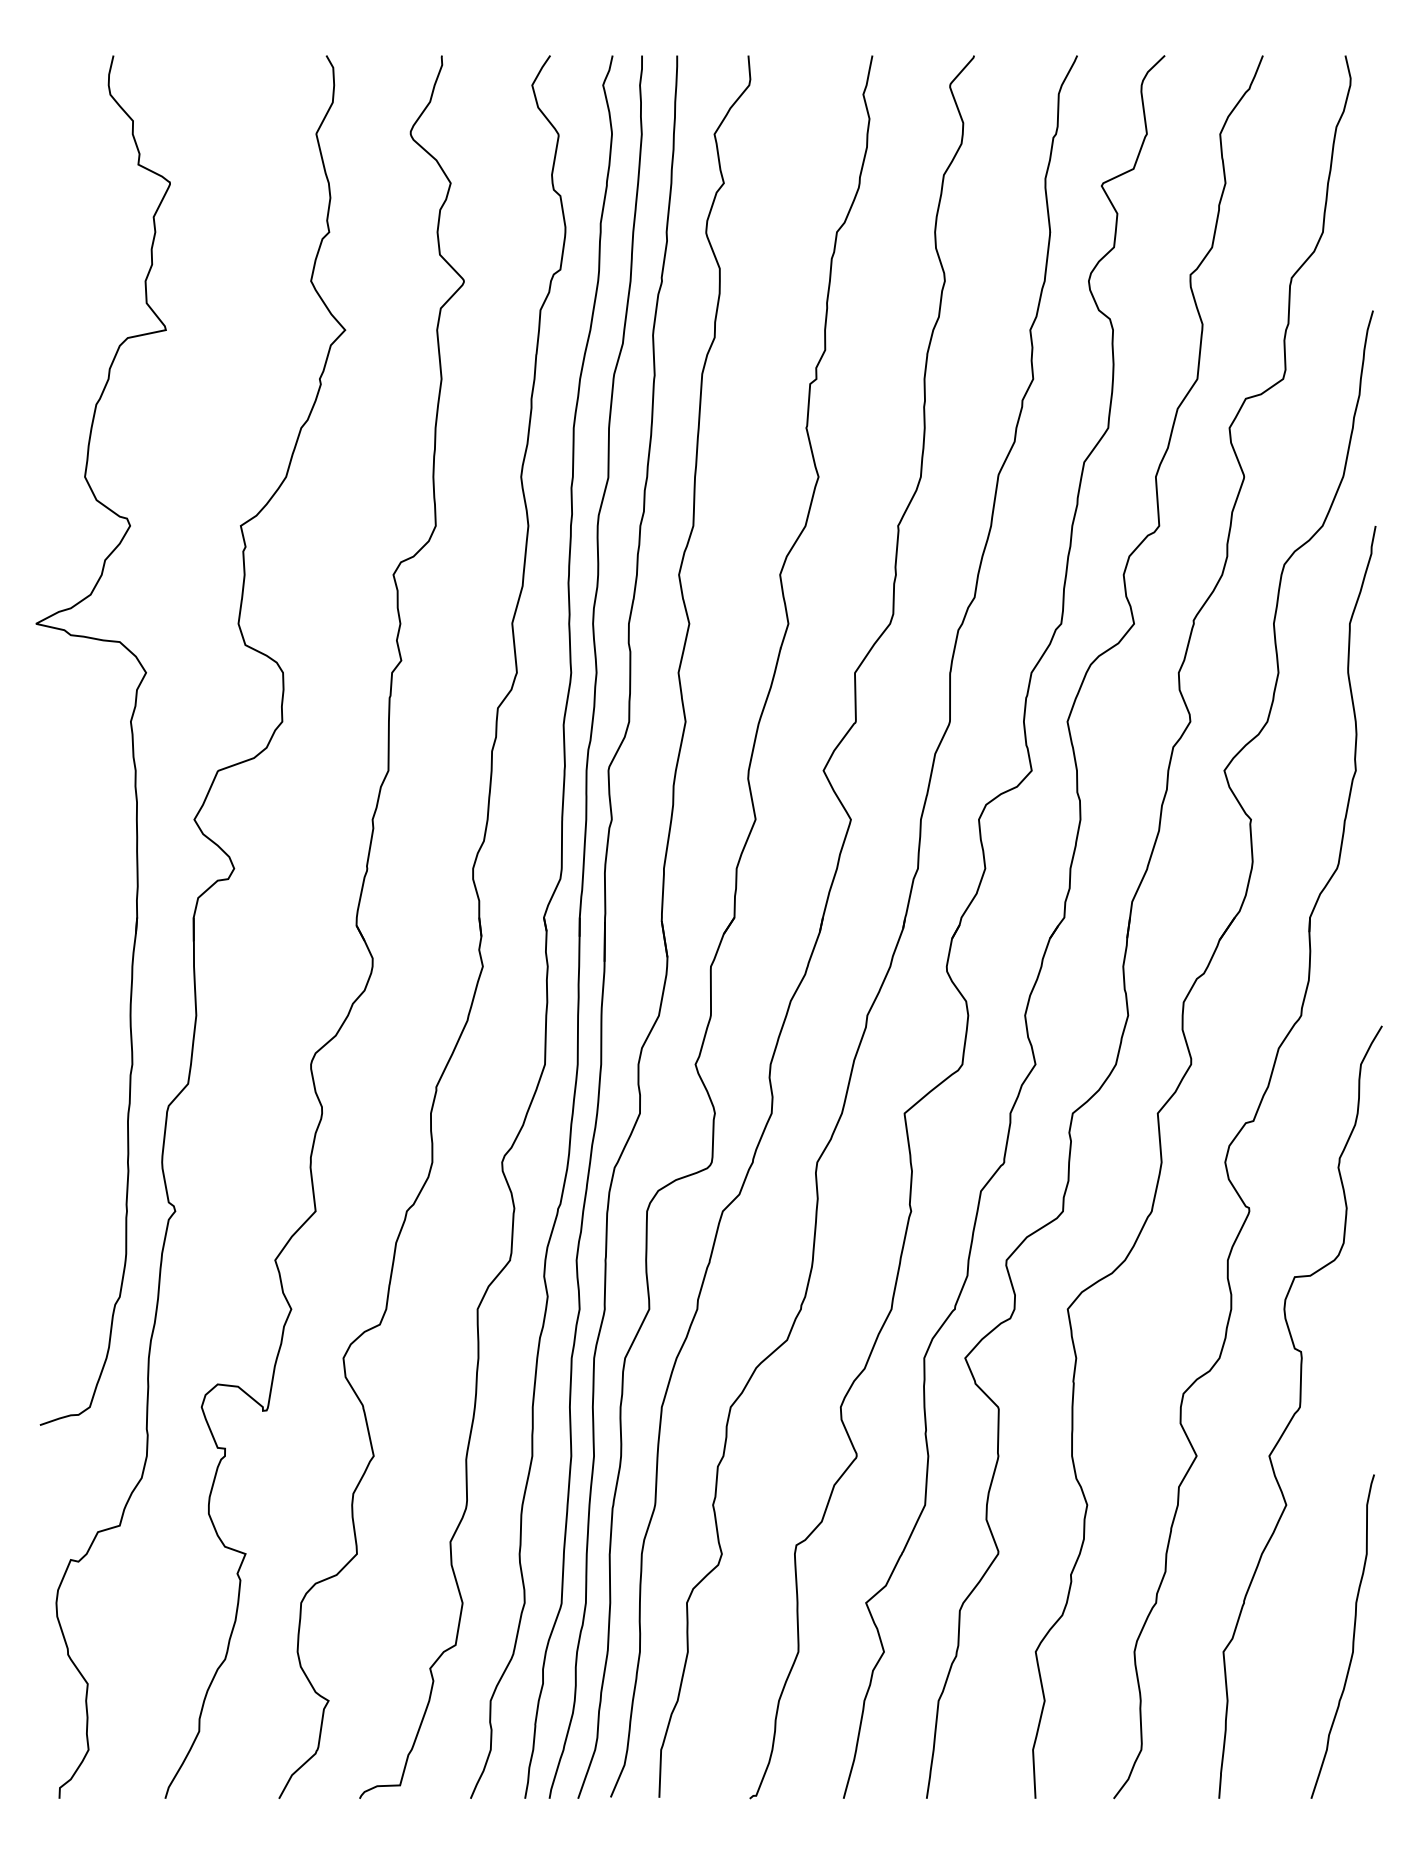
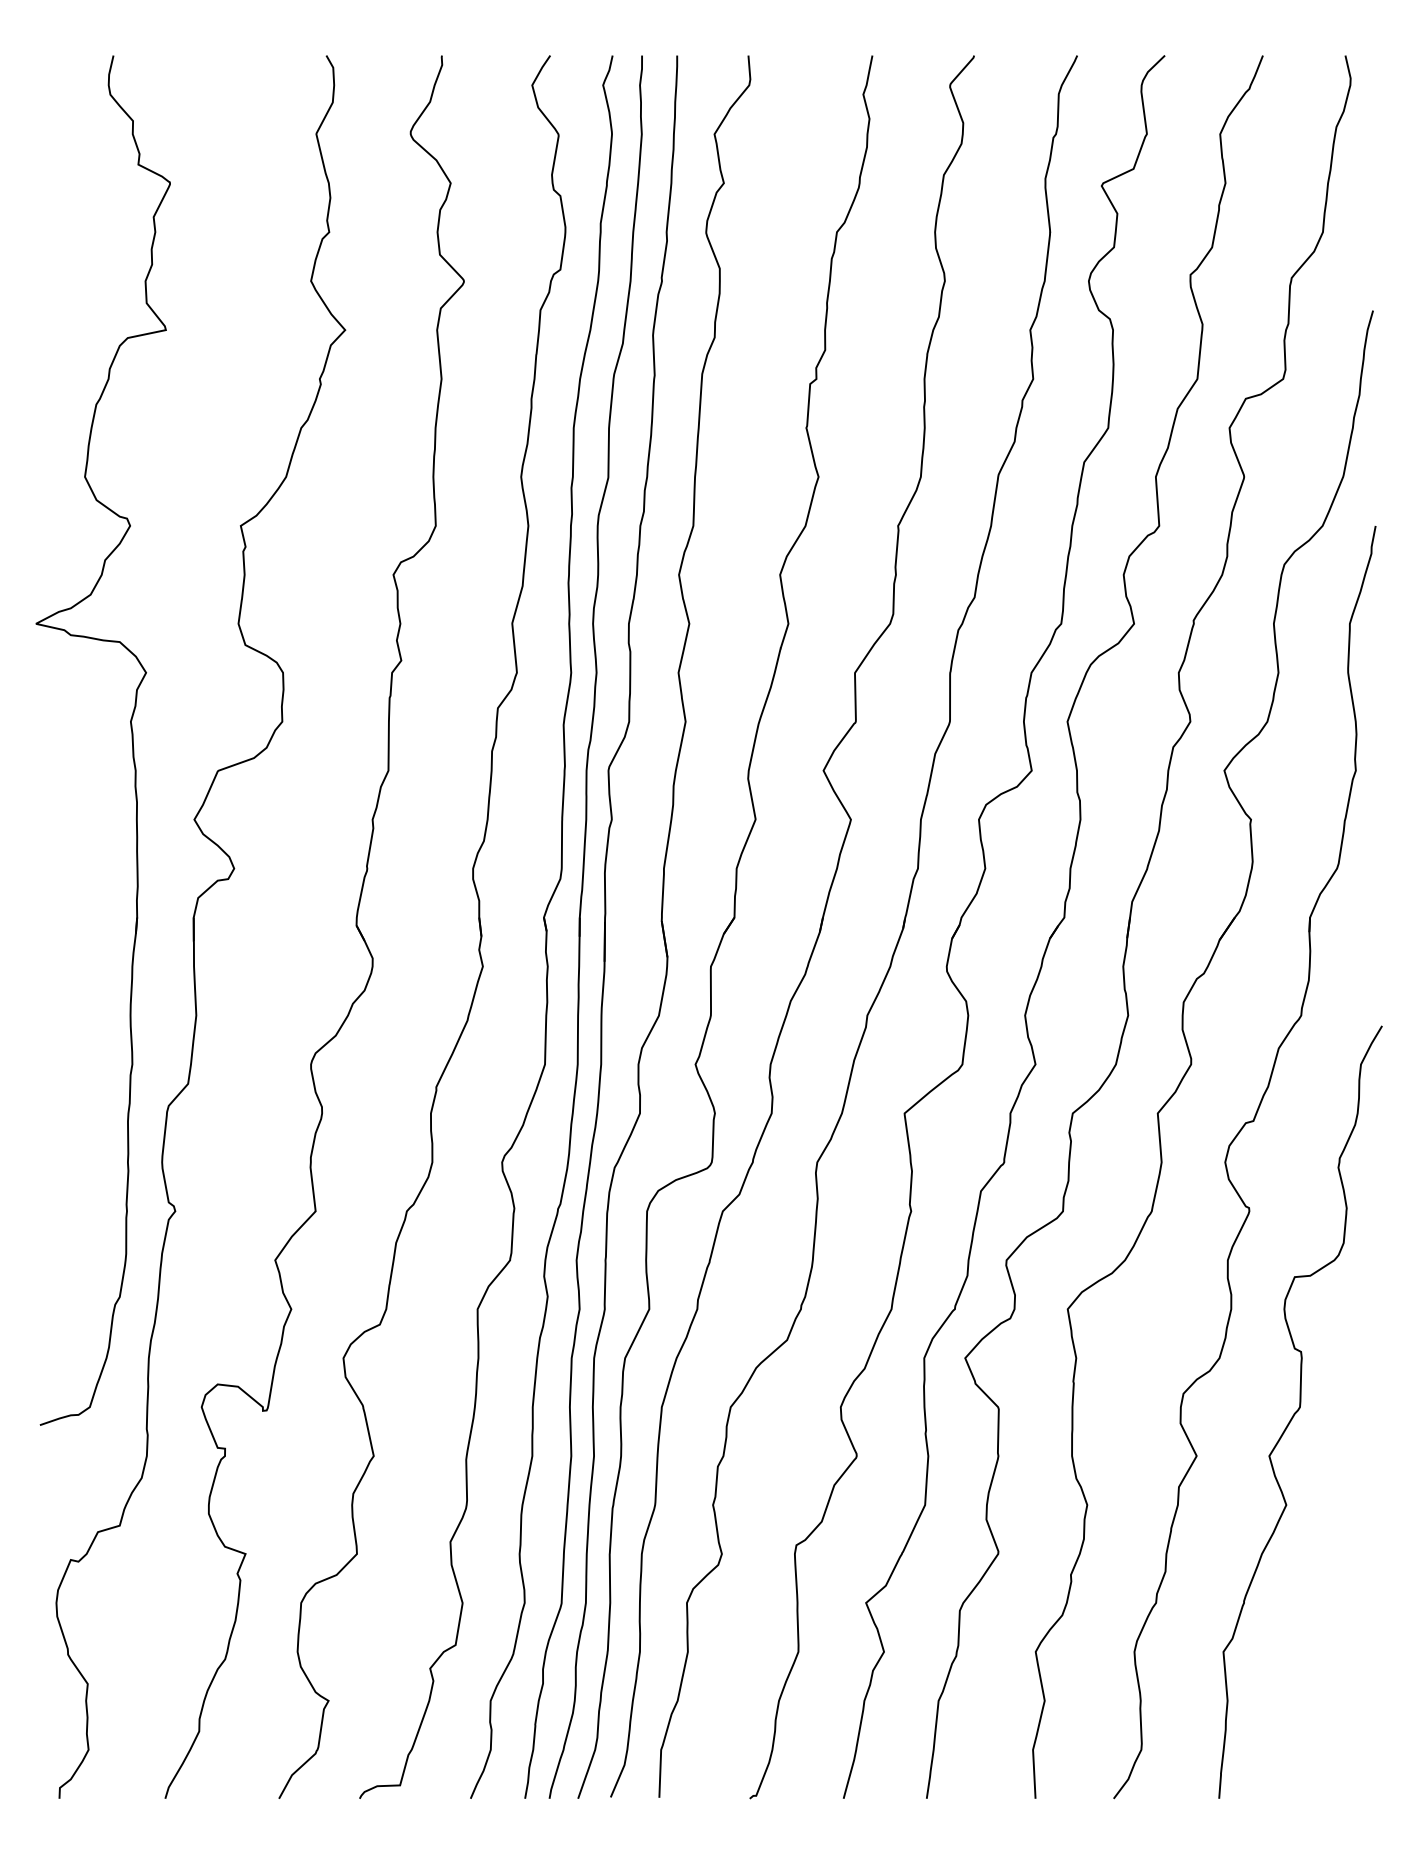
curve at (1352, 1637): present -> none
